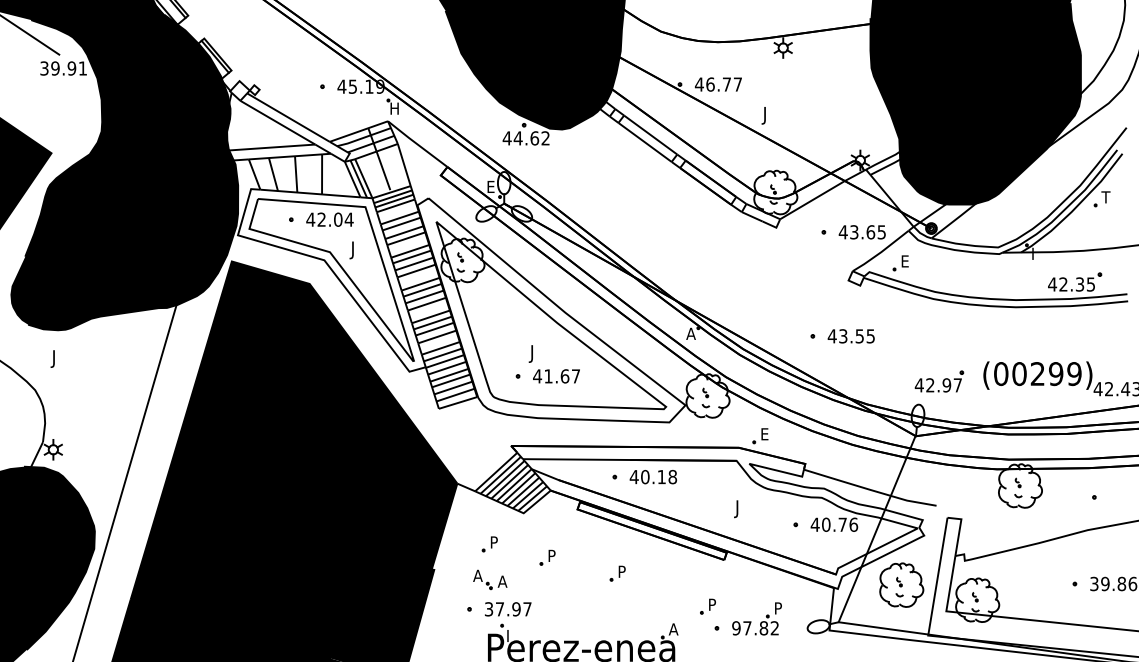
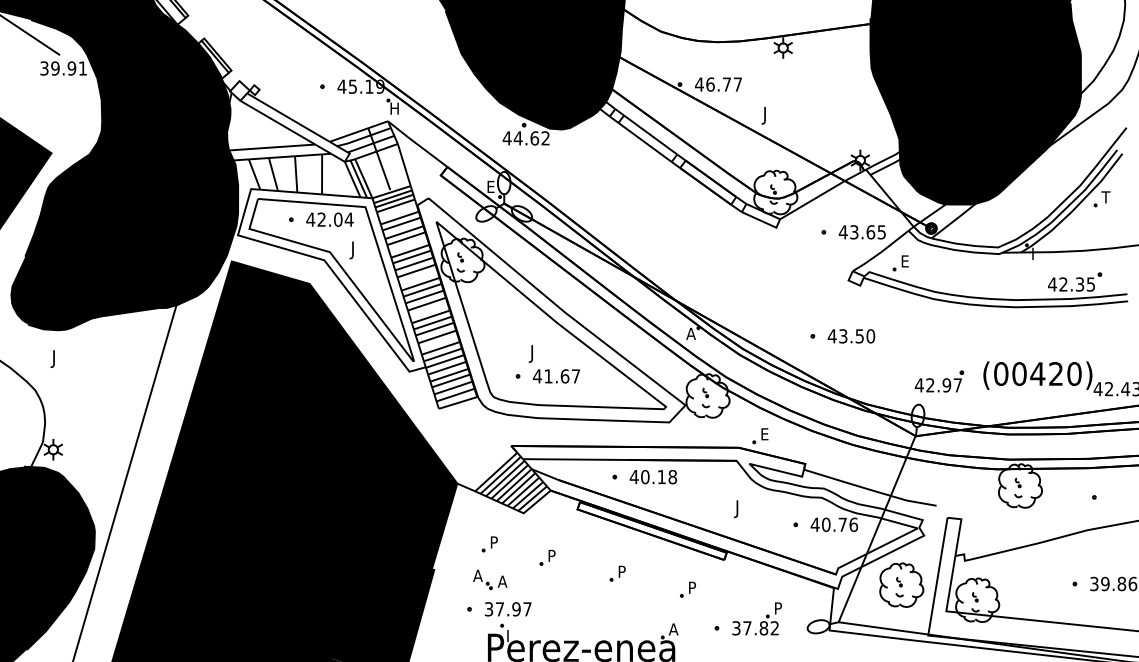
text at (870, 336): 43.55 -> 43.50
text at (1055, 374): (00299) -> (00420)
part at (707, 606) position: (707, 606) -> (687, 589)
text at (736, 628): 97.82 -> 37.82
